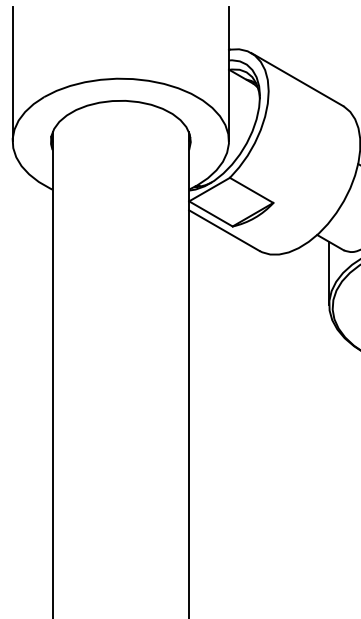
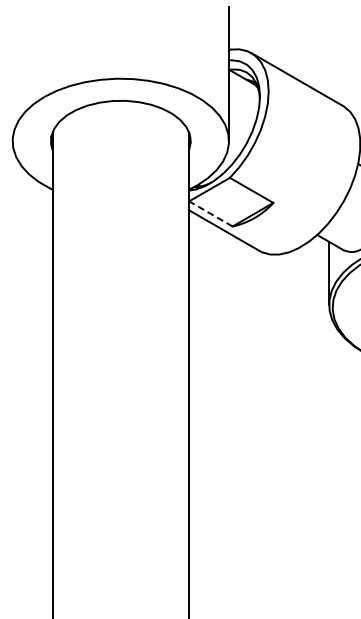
line at (12, 74): present -> none
line at (210, 213): solid -> dashed
